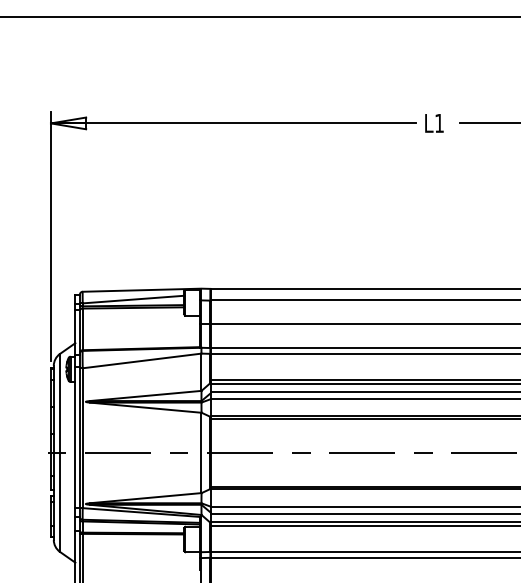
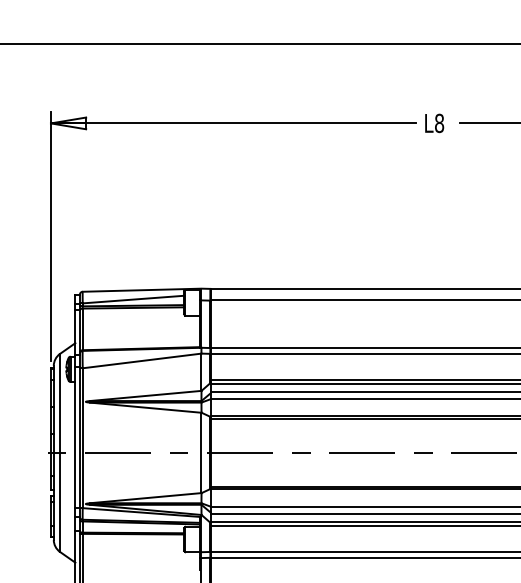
line at (259, 17) position: (259, 17) -> (259, 44)
text at (439, 123): L1 -> L8
line at (358, 324): present -> none
